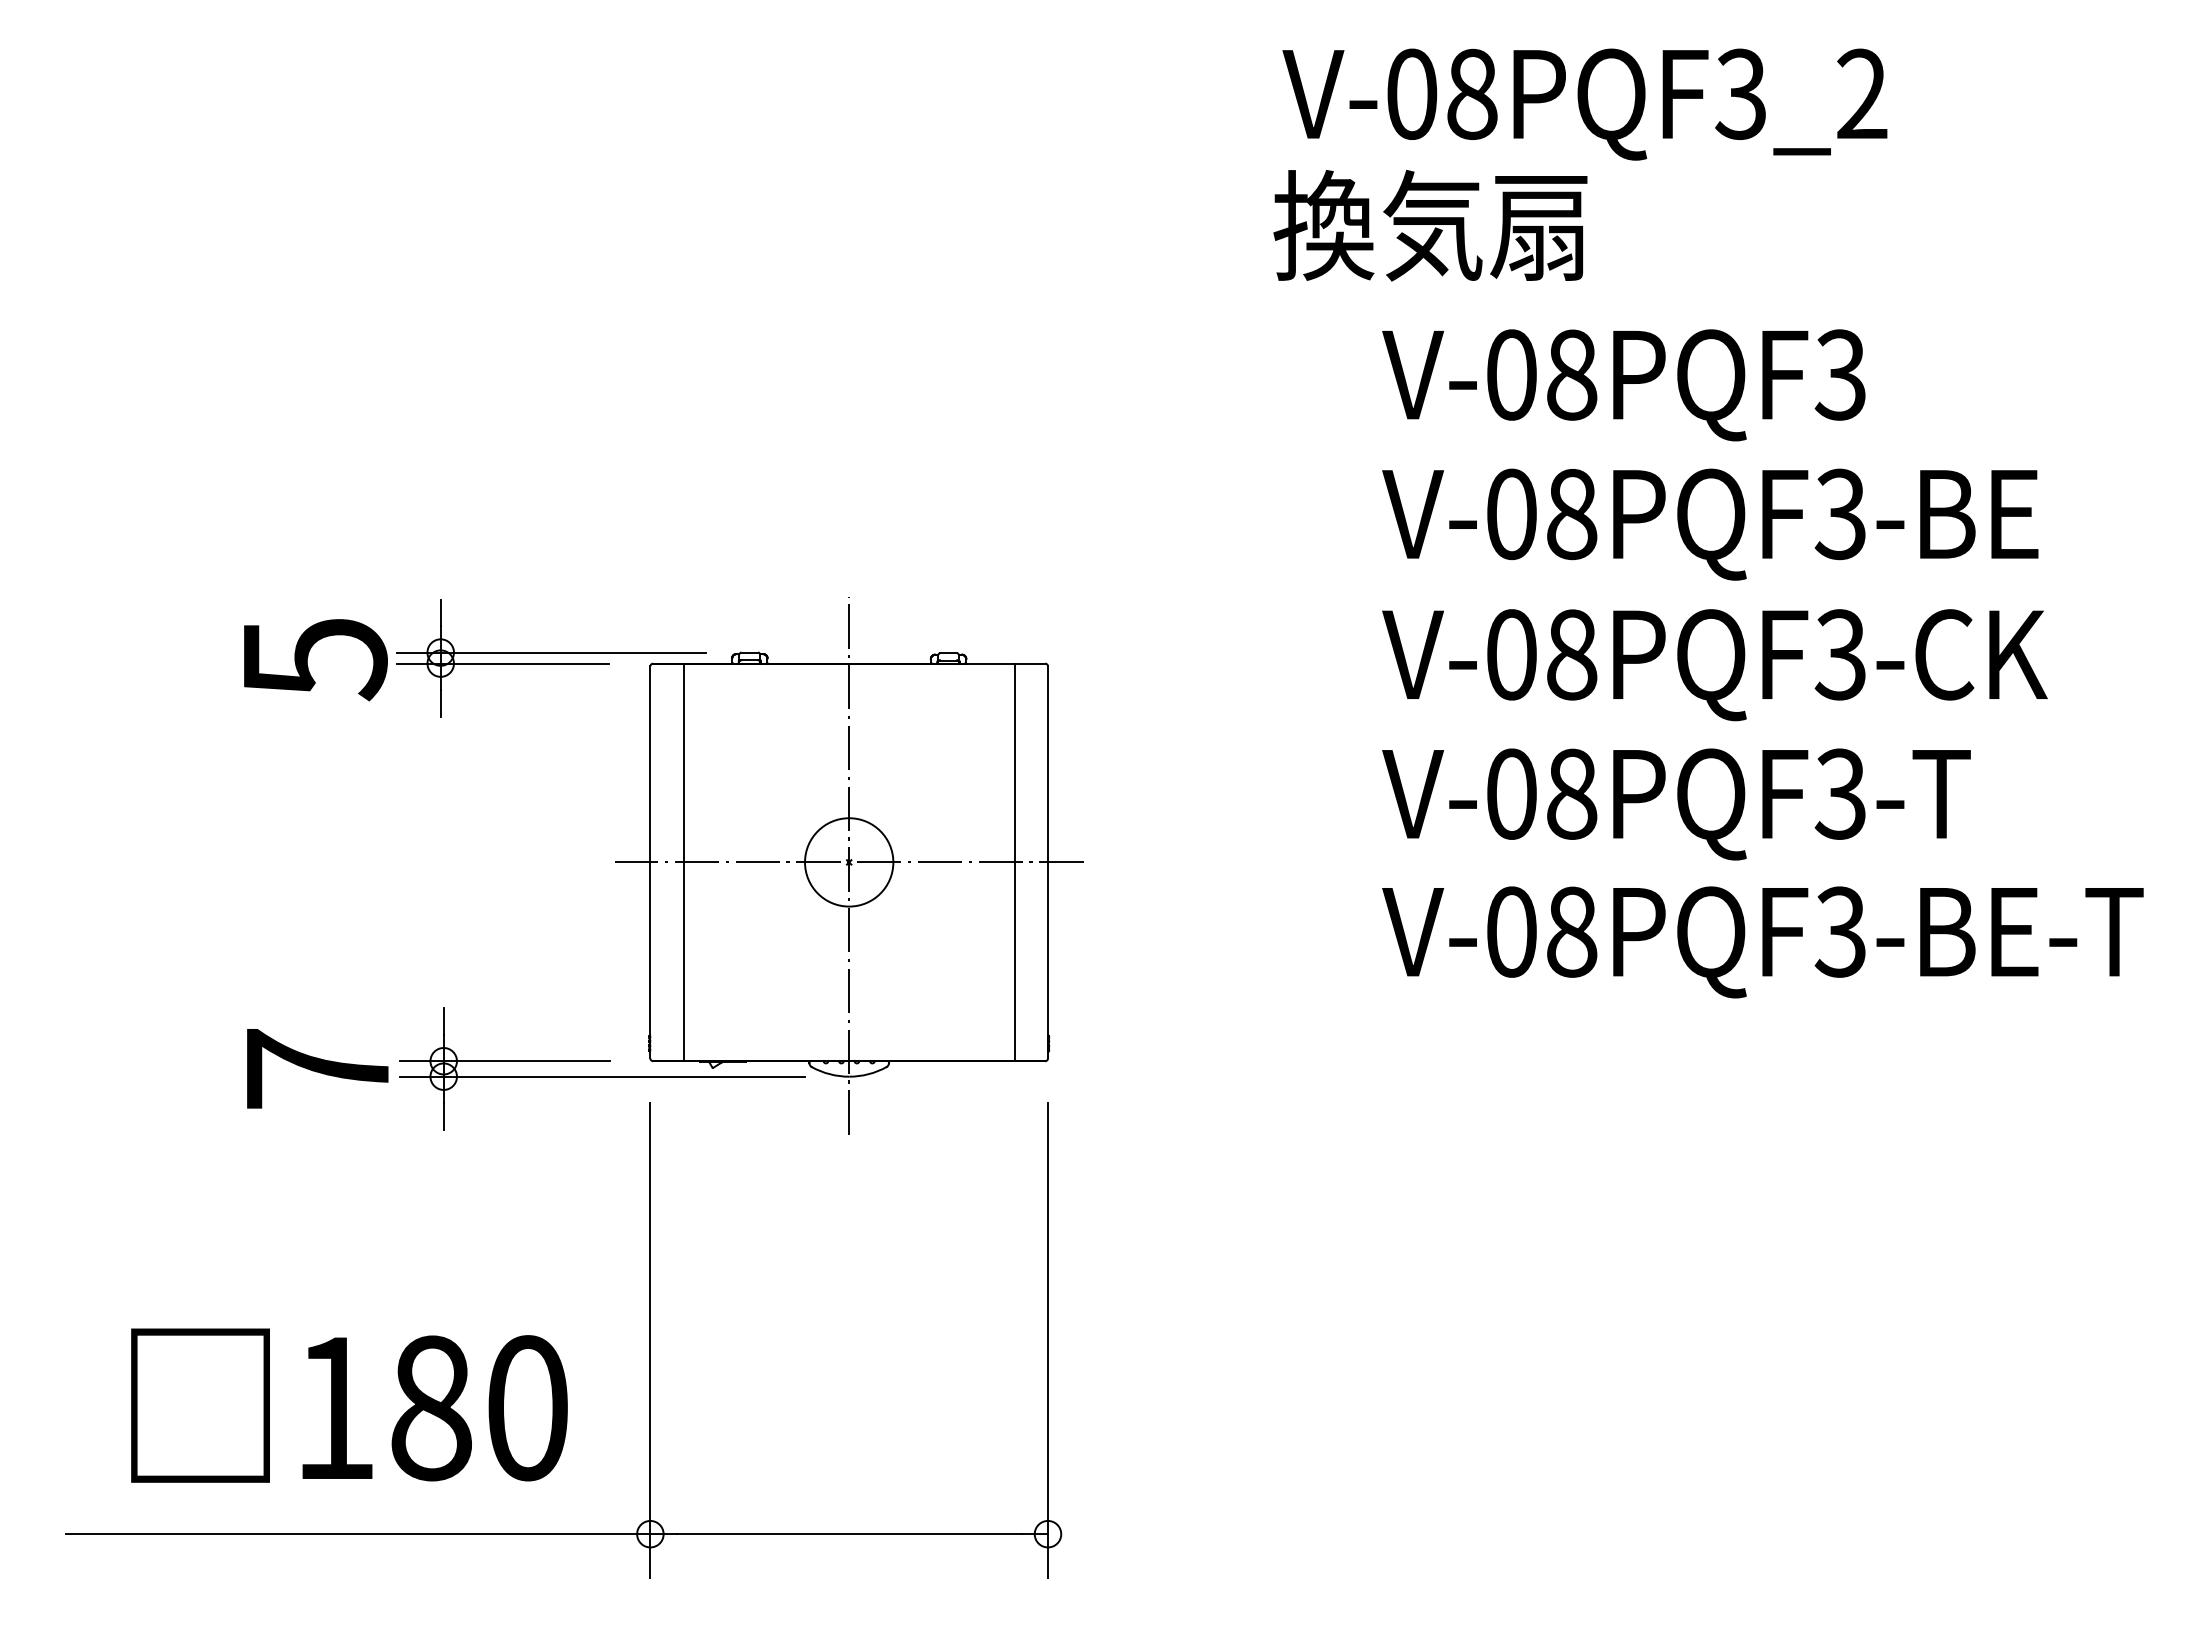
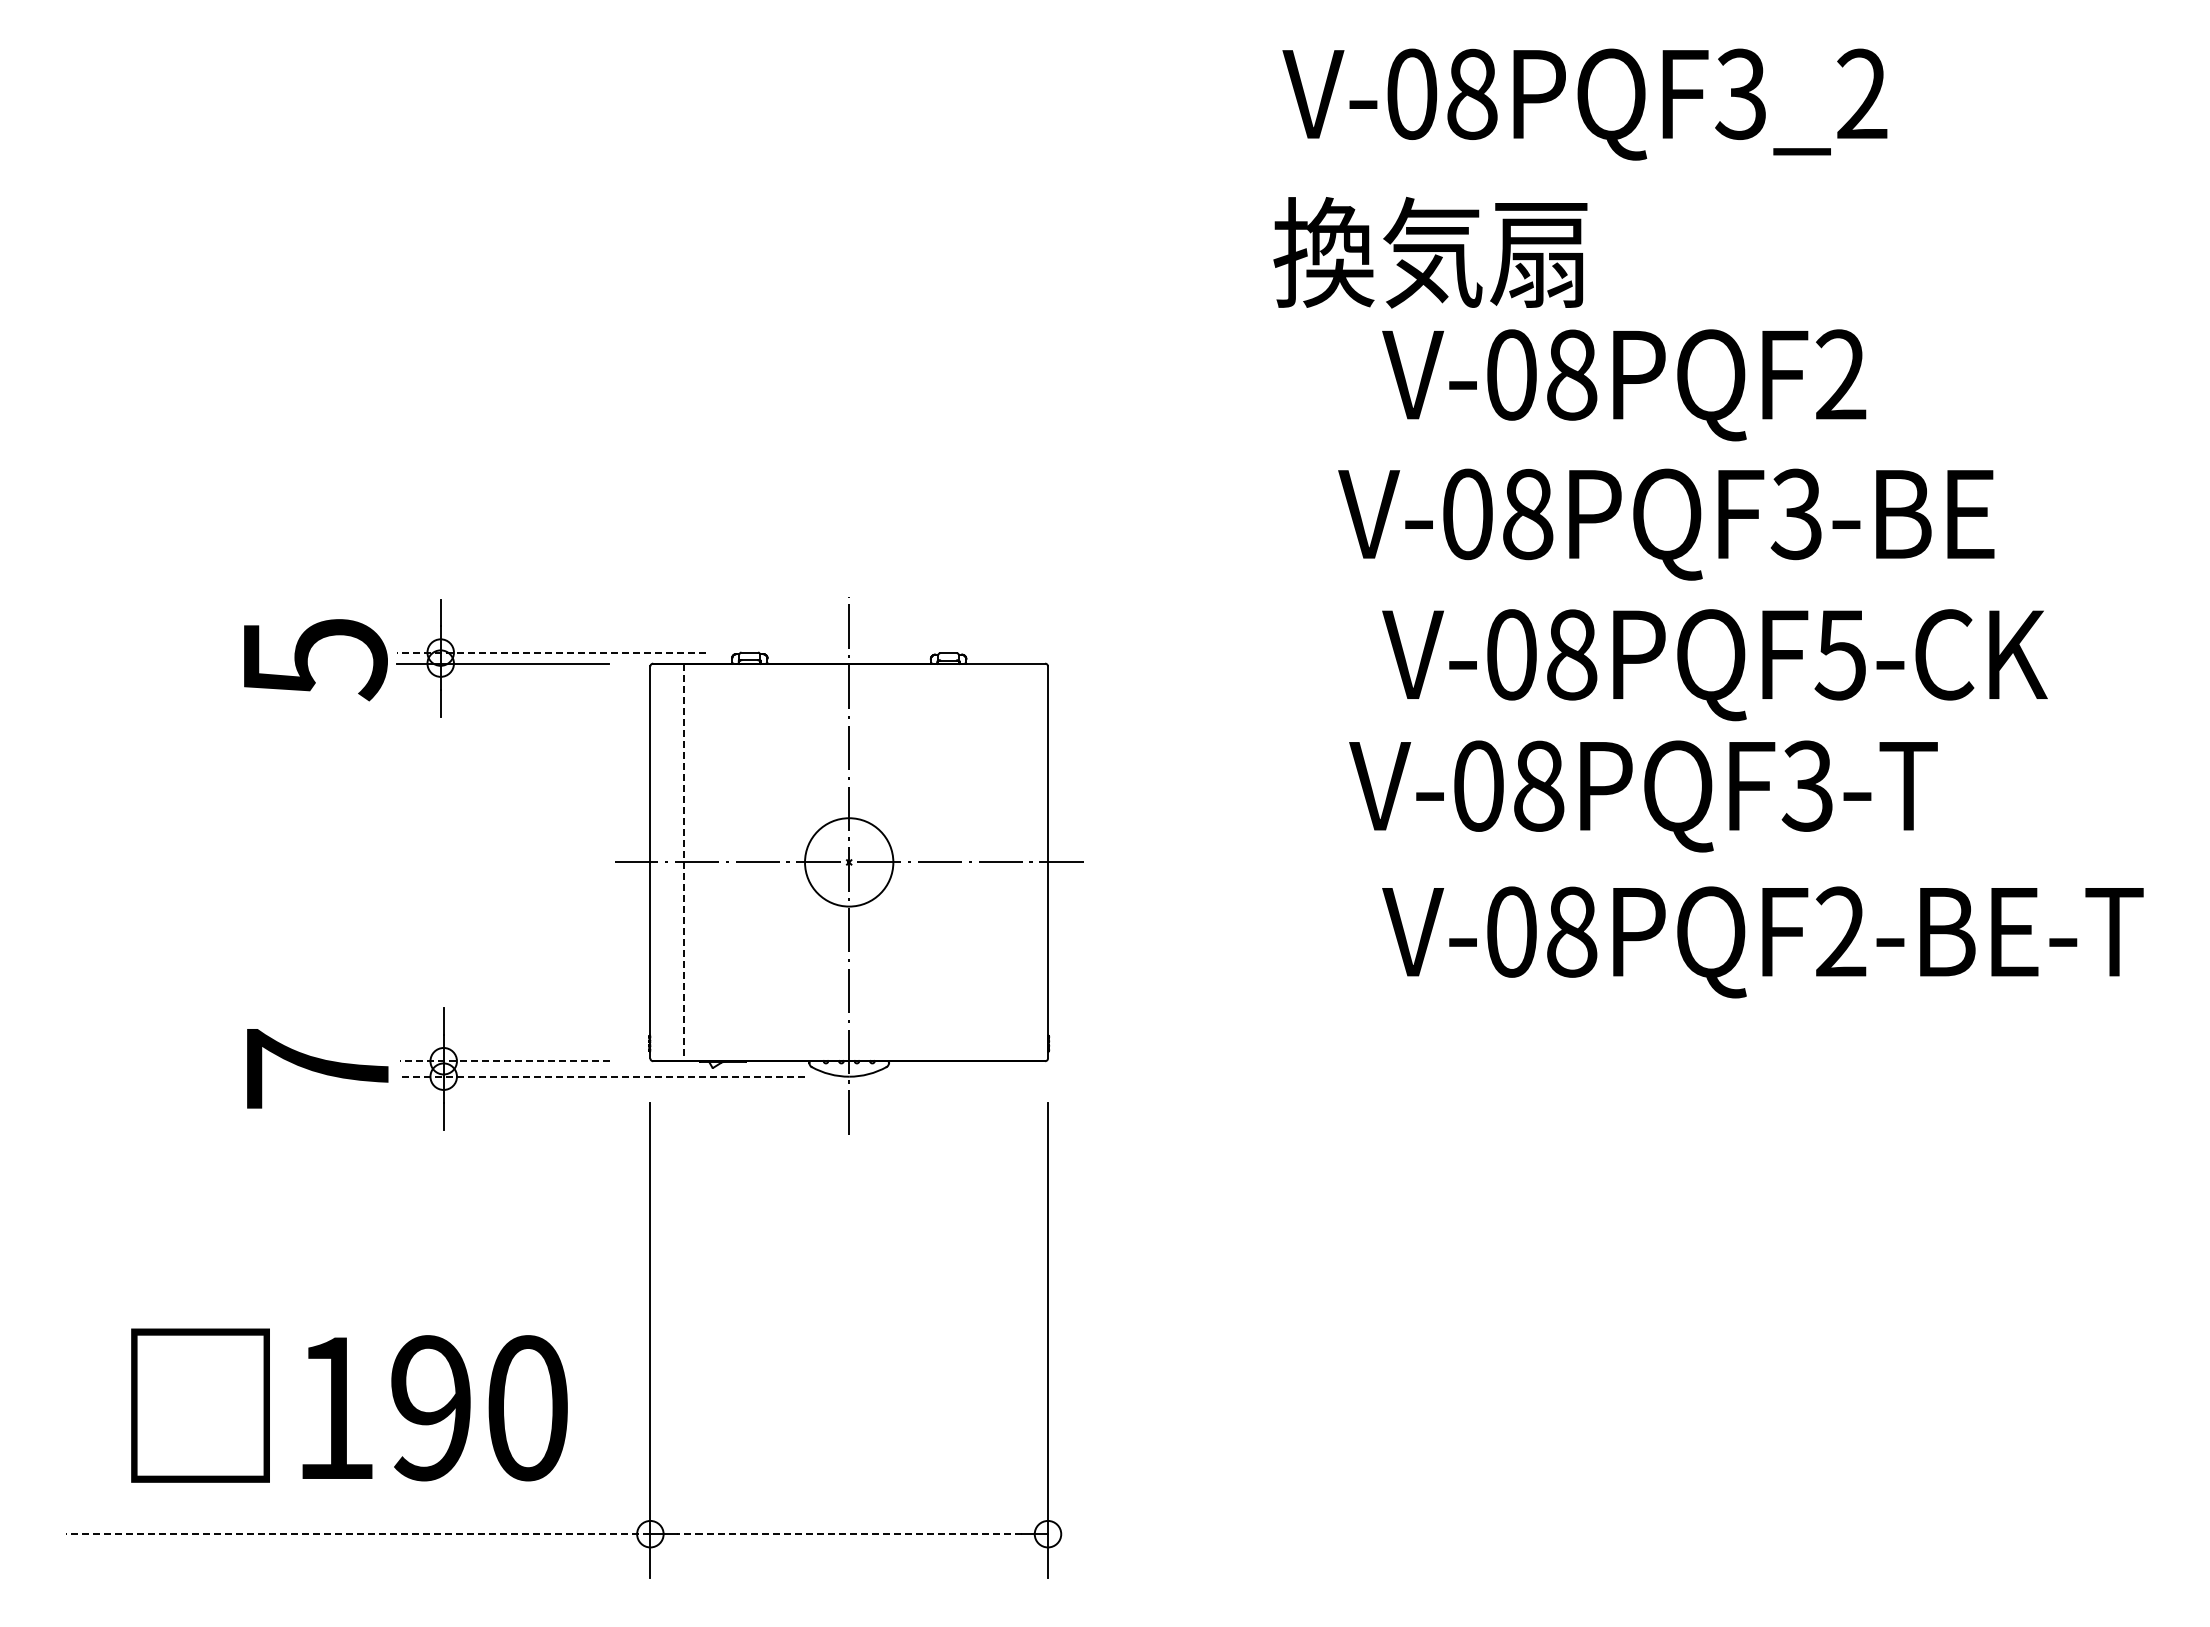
text at (1430, 225) position: (1430, 225) -> (1430, 252)
text at (1840, 374): V-08PQF3 -> V-08PQF2
text at (1710, 524) position: (1710, 524) -> (1666, 524)
line at (551, 652): solid -> dashed
text at (1839, 654): V-08PQF3-CK -> V-08PQF5-CK
text at (1676, 804) position: (1676, 804) -> (1643, 796)
line at (683, 862): solid -> dashed
line at (1014, 862): present -> none
text at (1840, 931): V-08PQF3-BE-T -> V-08PQF2-BE-T
line at (504, 1061): solid -> dashed
line at (602, 1076): solid -> dashed
text at (431, 1408): 180 -> 190
line at (357, 1534): solid -> dashed
line at (848, 1534): solid -> dashed
